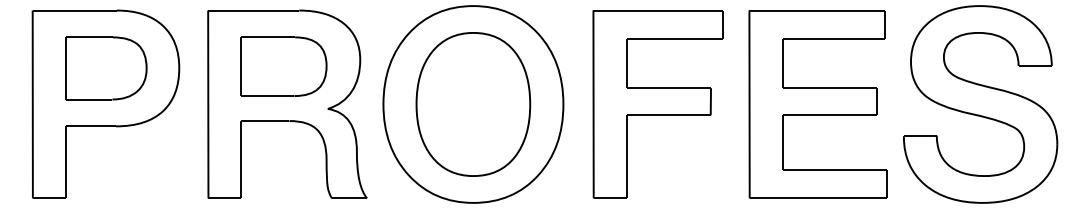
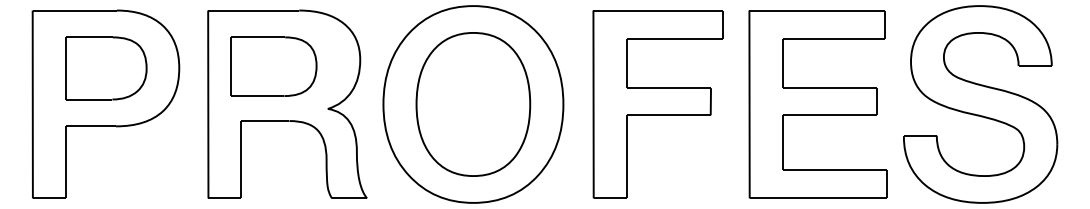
part at (283, 66) position: (283, 66) -> (273, 66)
